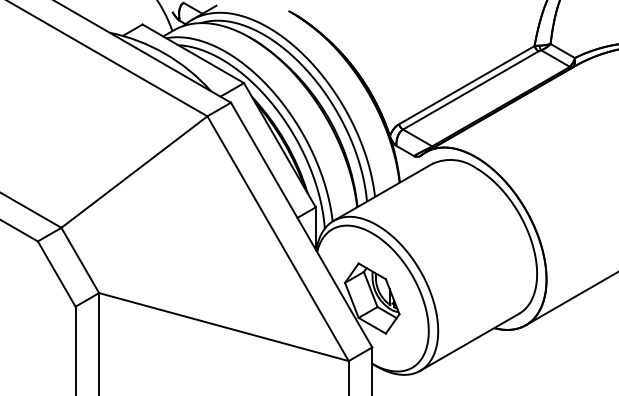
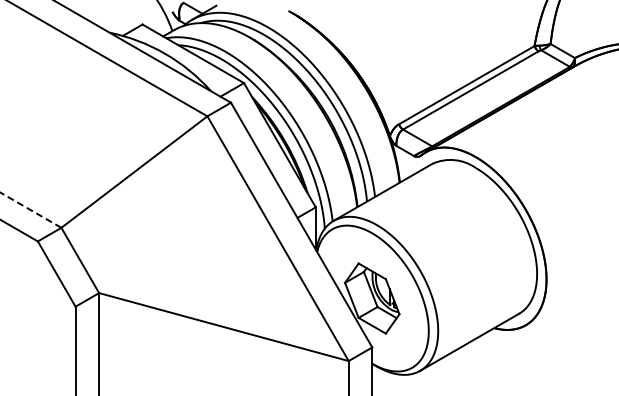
line at (30, 209): solid -> dashed
line at (570, 299): present -> none
